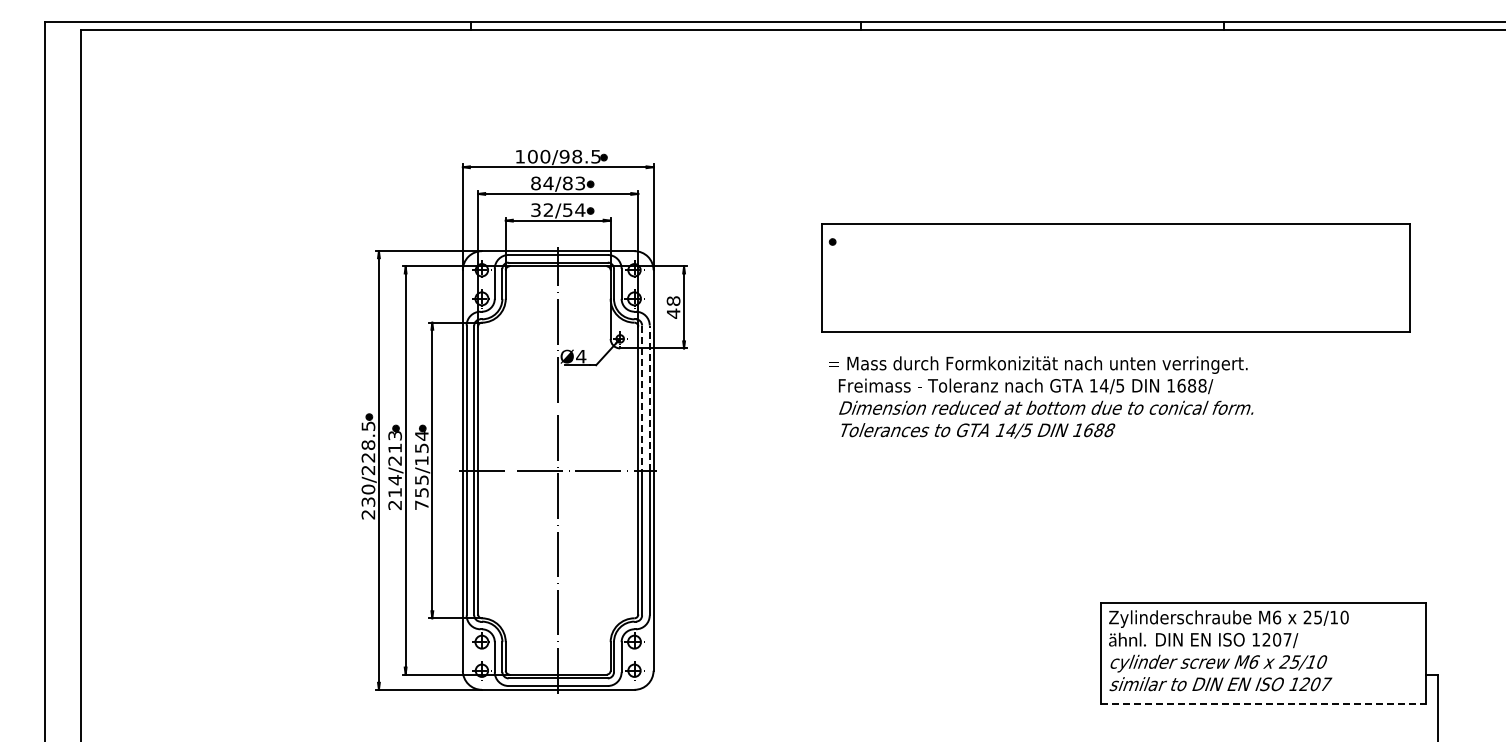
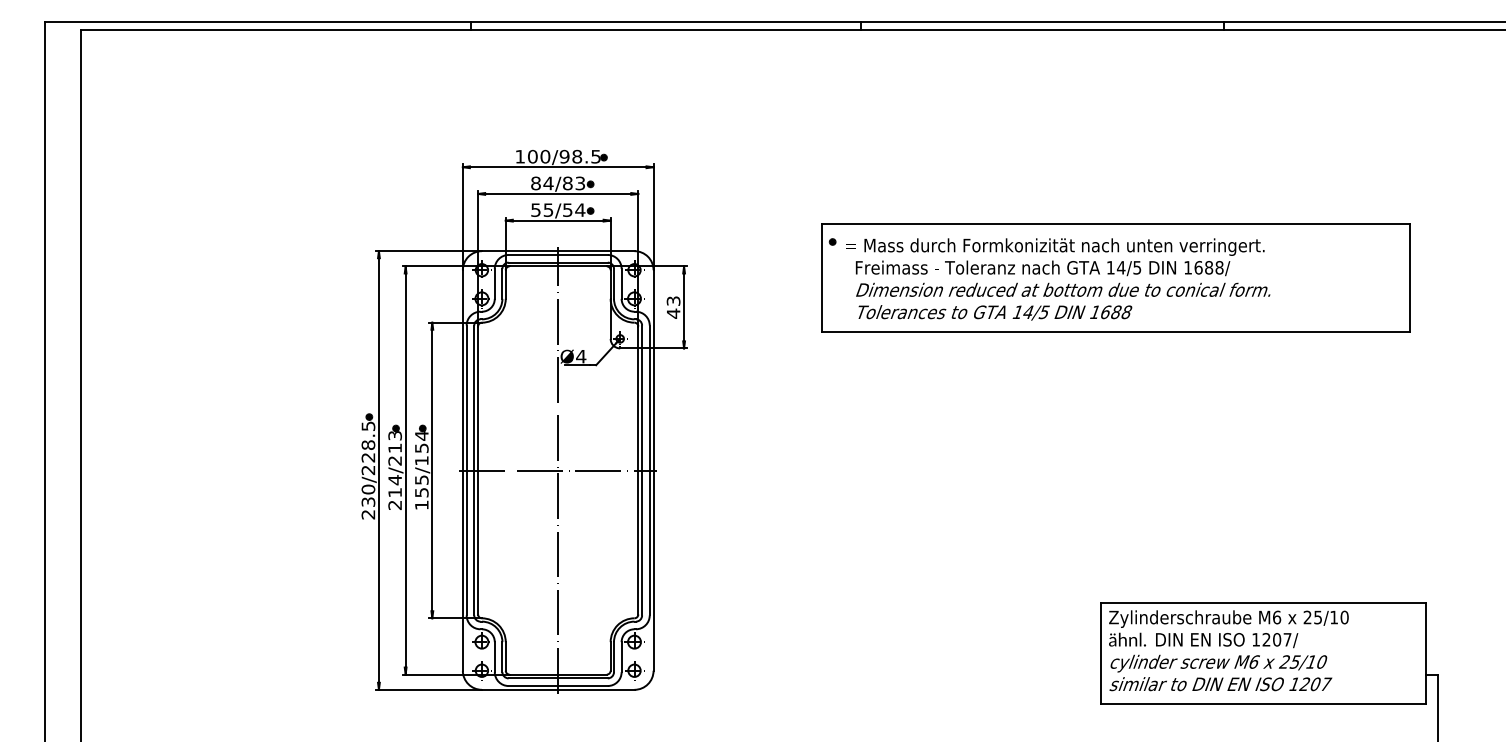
text at (542, 209): 32/54 -> 55/54
text at (673, 300): 48 -> 43
line at (649, 397): dashed -> solid
text at (1041, 397) position: (1041, 397) -> (1058, 279)
line at (642, 398): dashed -> solid
text at (421, 504): 755/154 -> 155/154
line at (1263, 703): dashed -> solid
